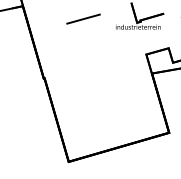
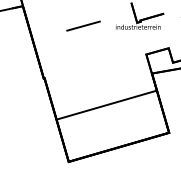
line at (83, 18) position: (83, 18) -> (83, 25)
line at (106, 104): none -> present
